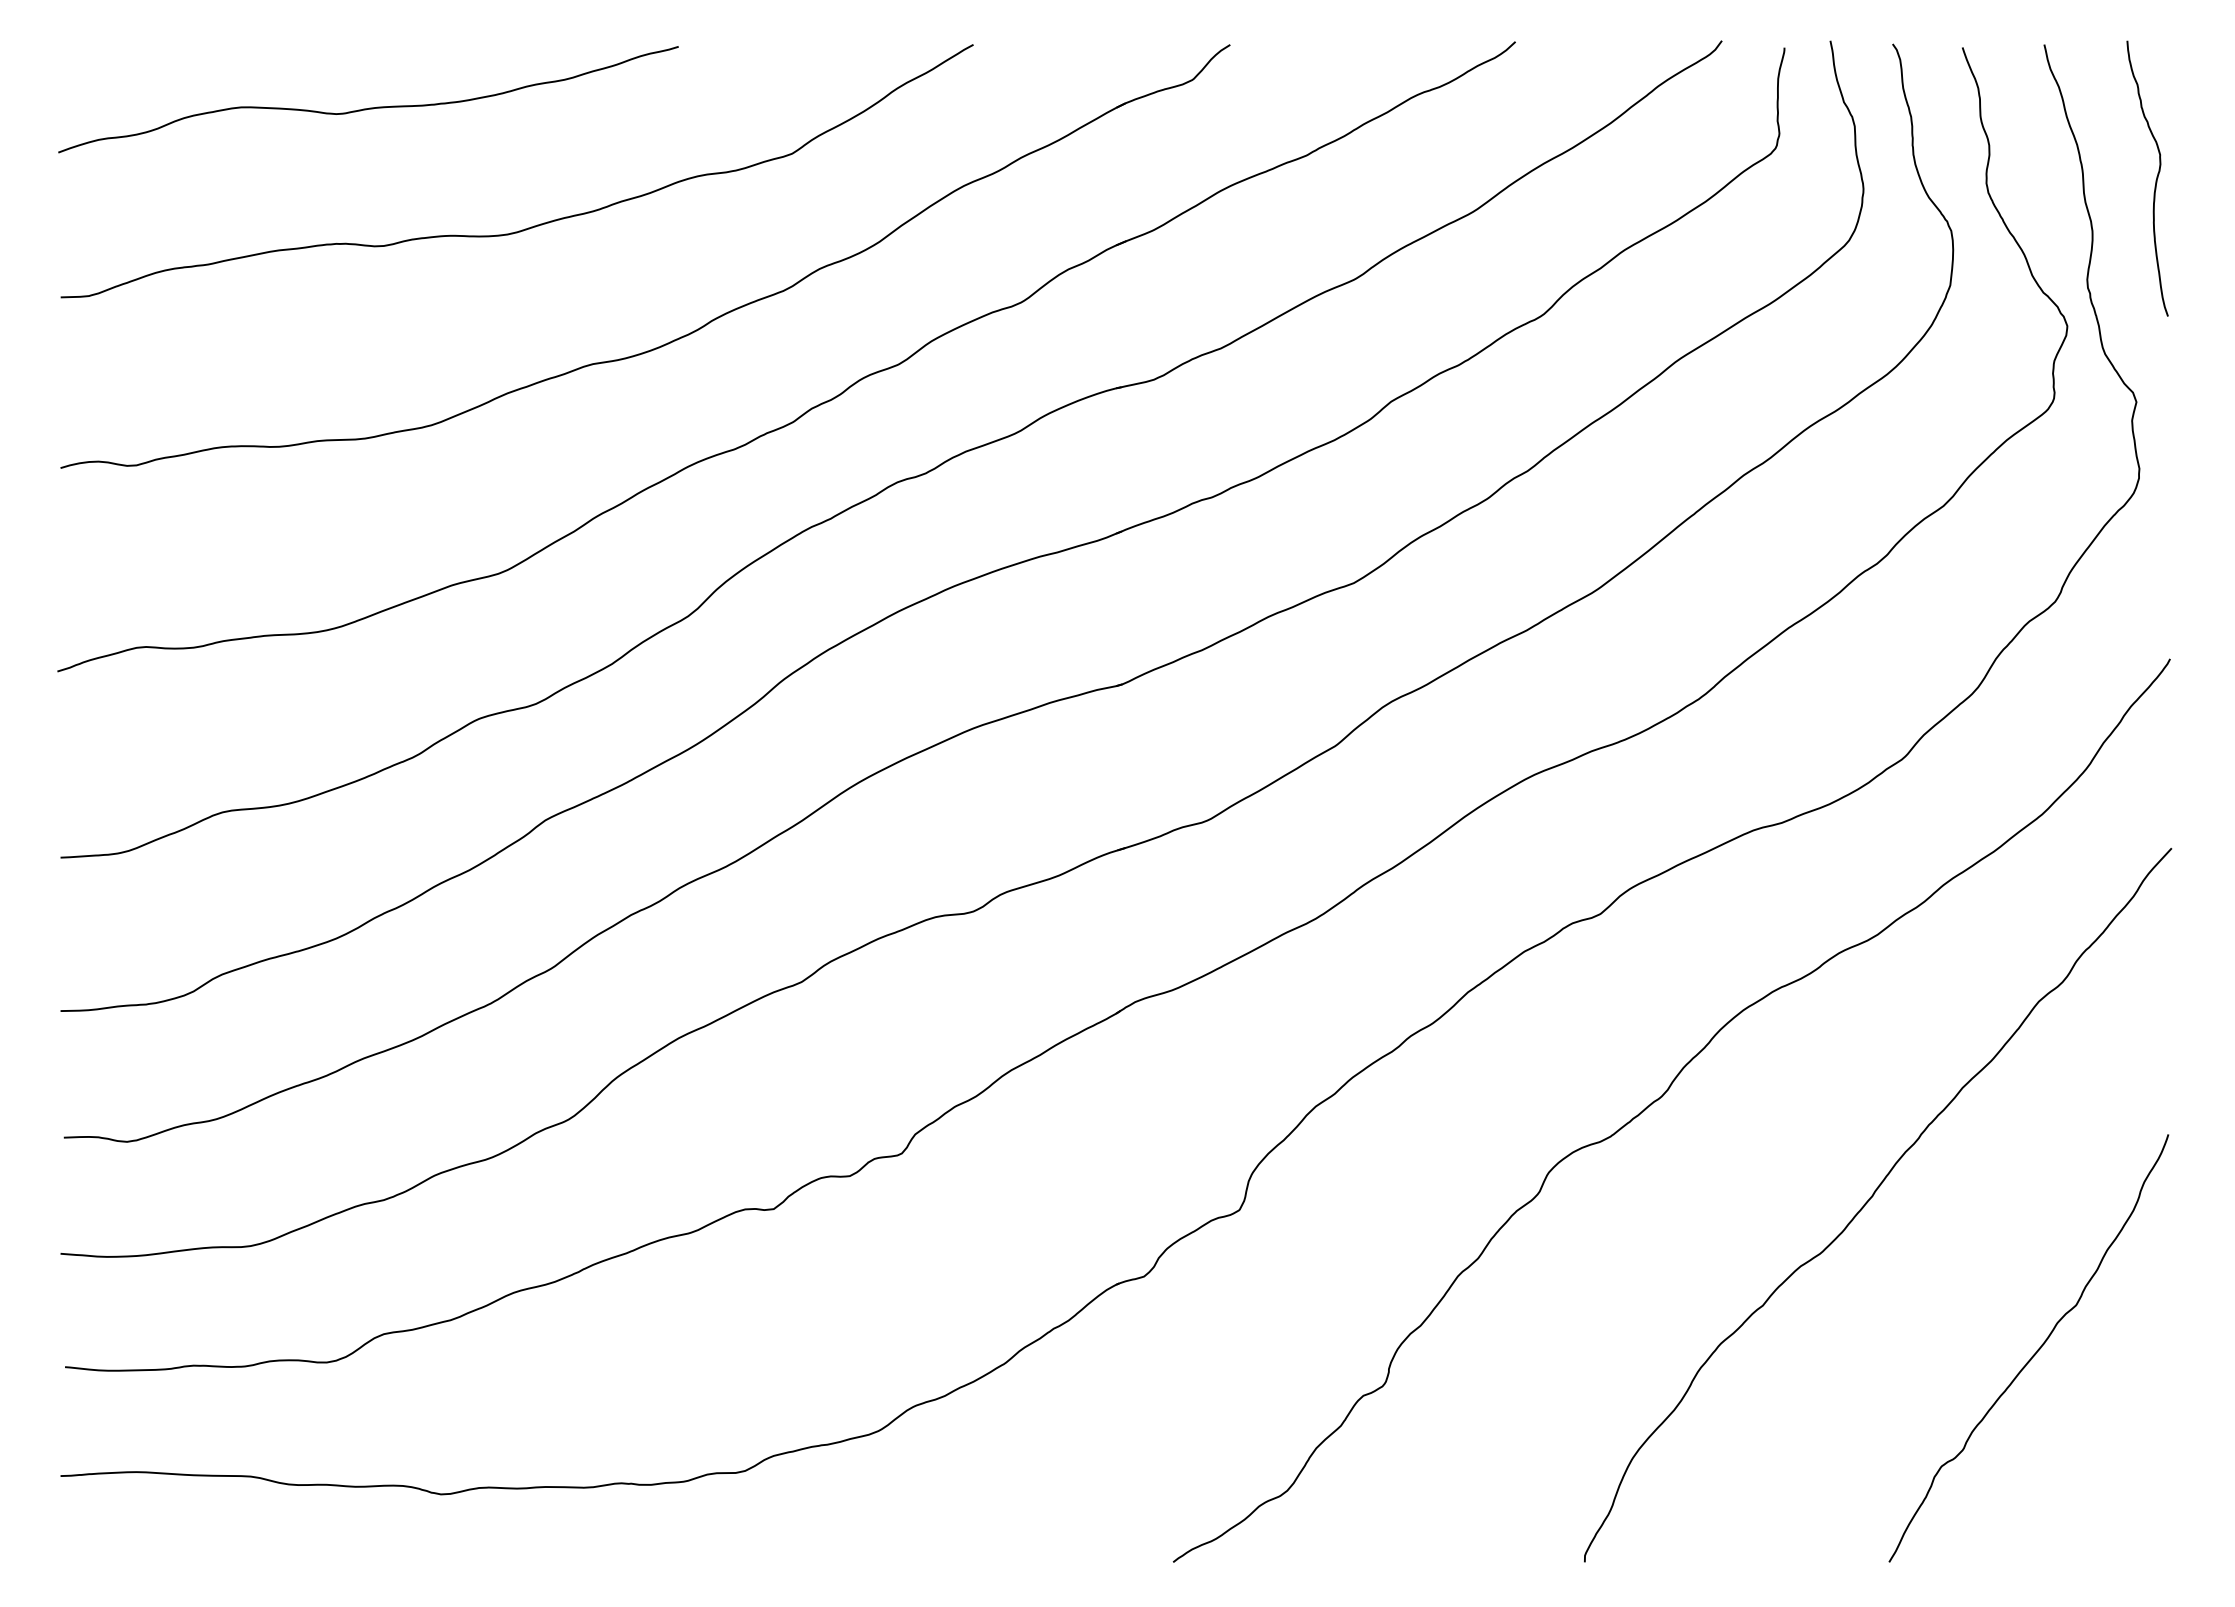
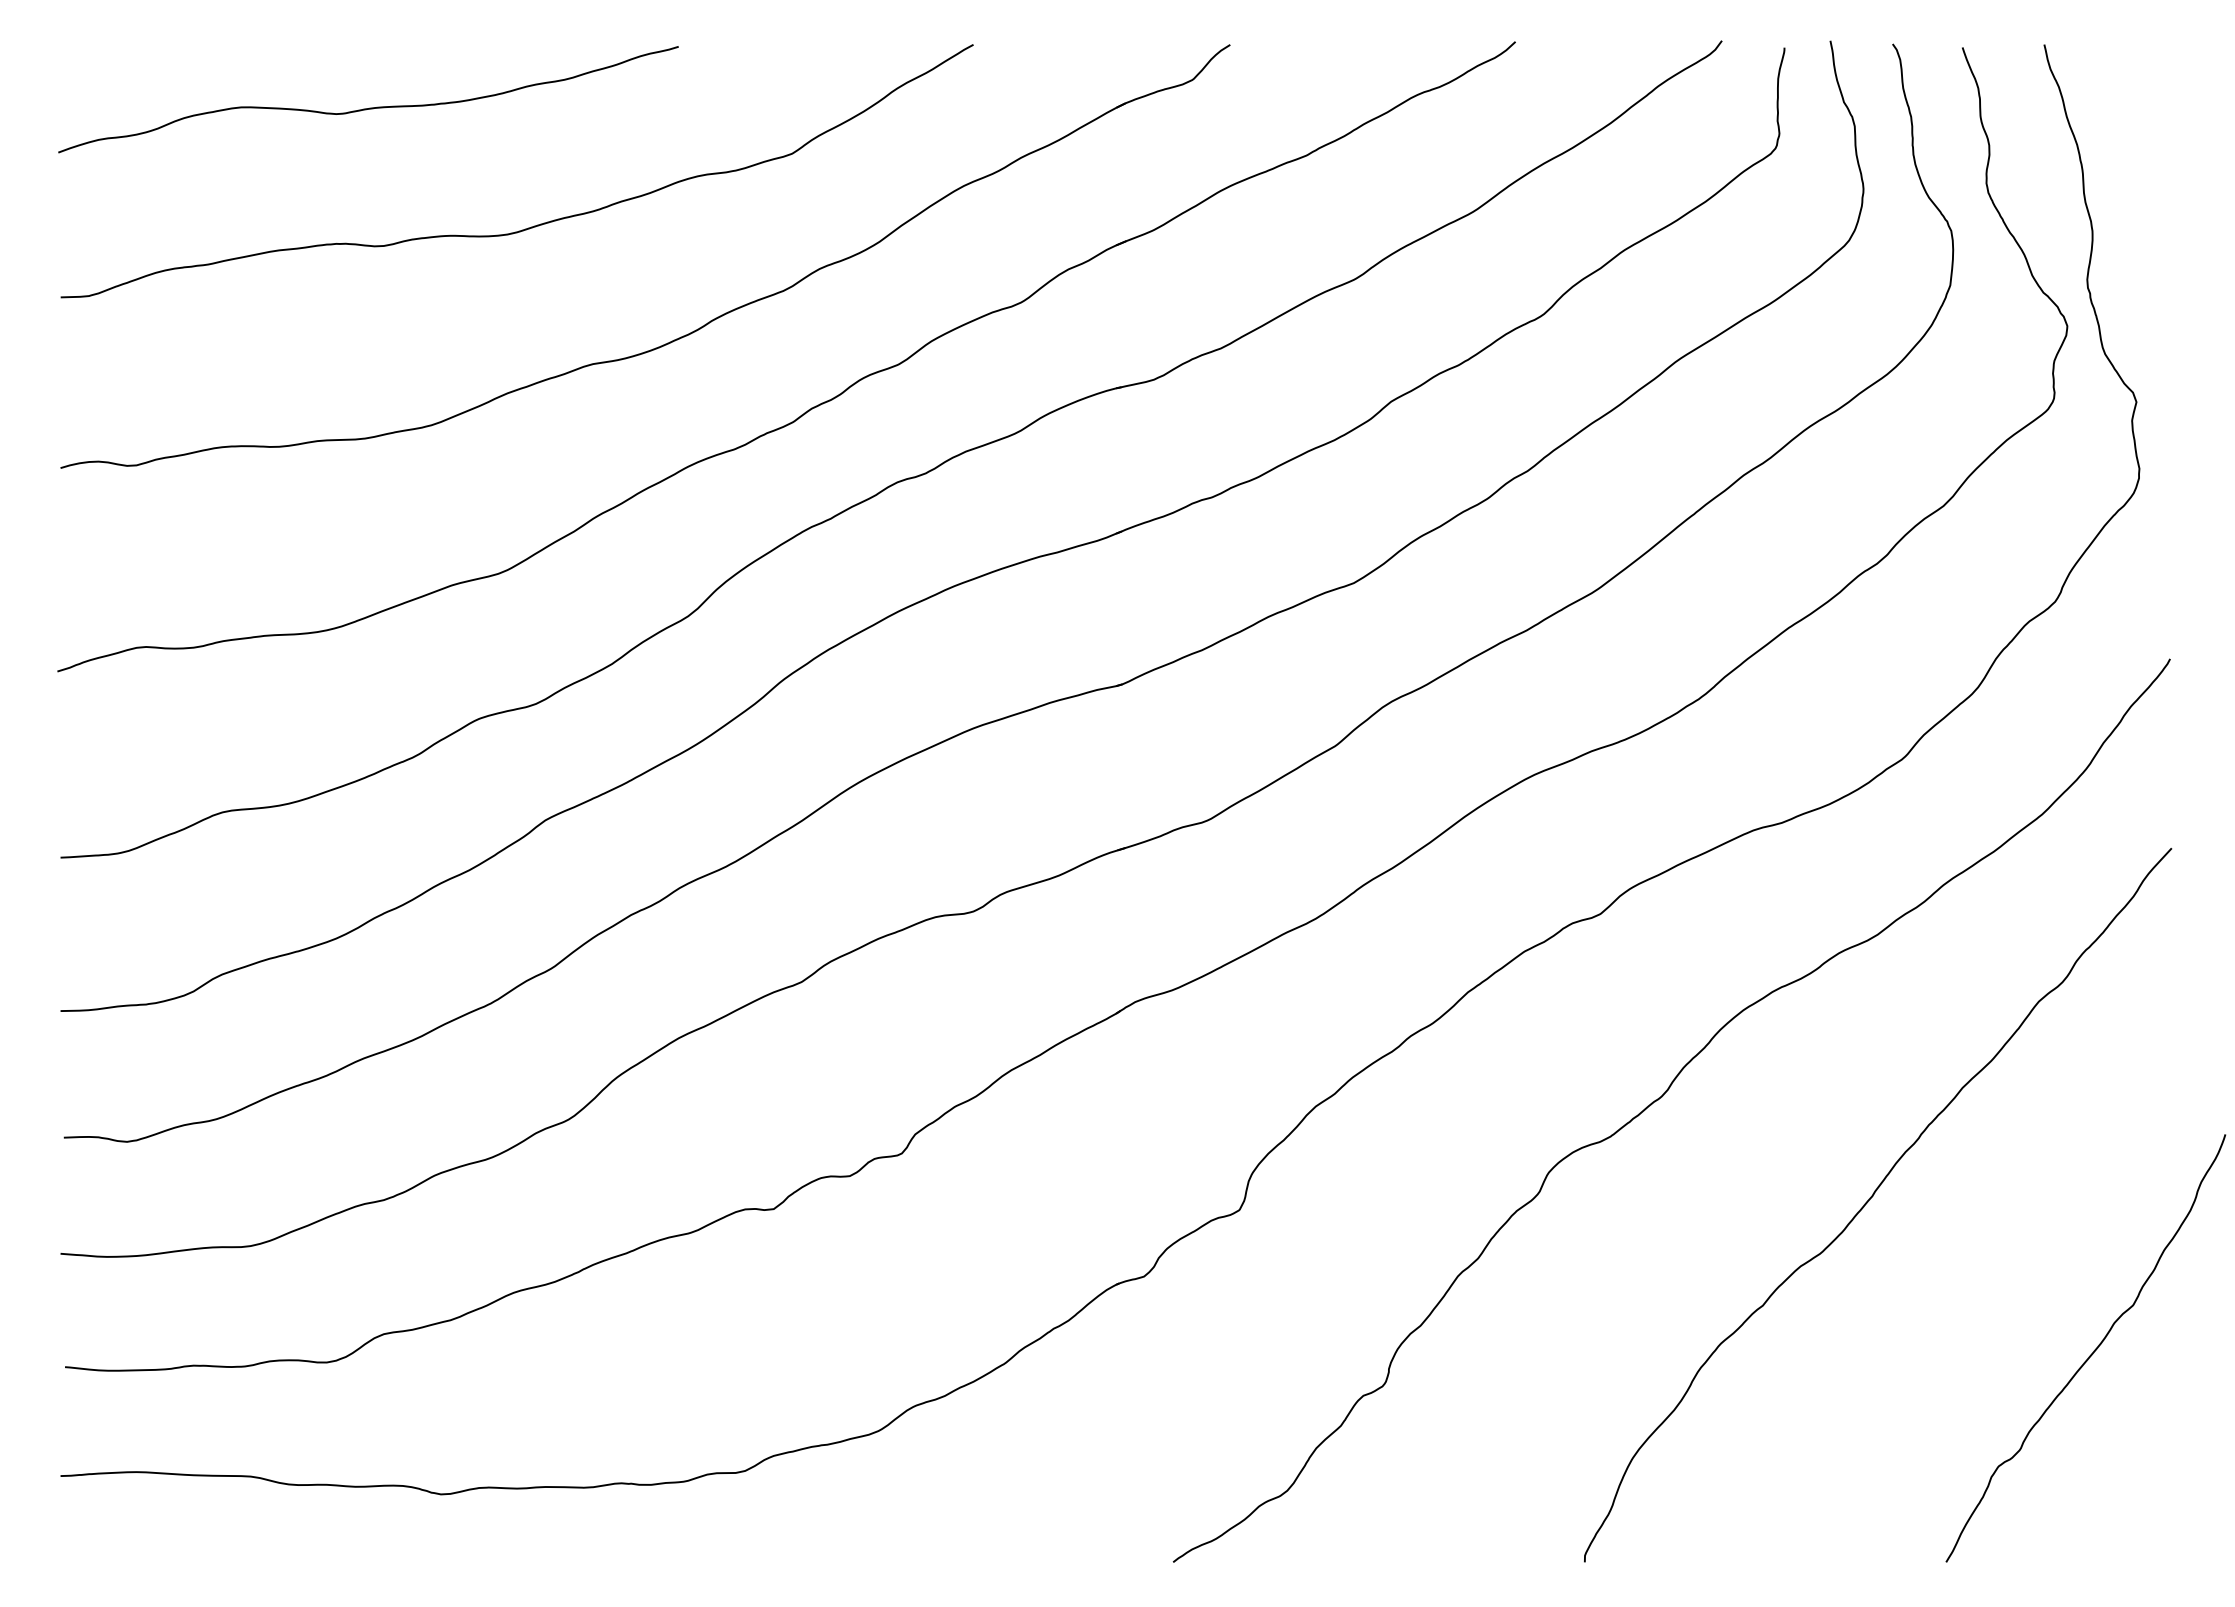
curve at (2155, 180): present -> none
curve at (2034, 1353) position: (2034, 1353) -> (2091, 1353)
